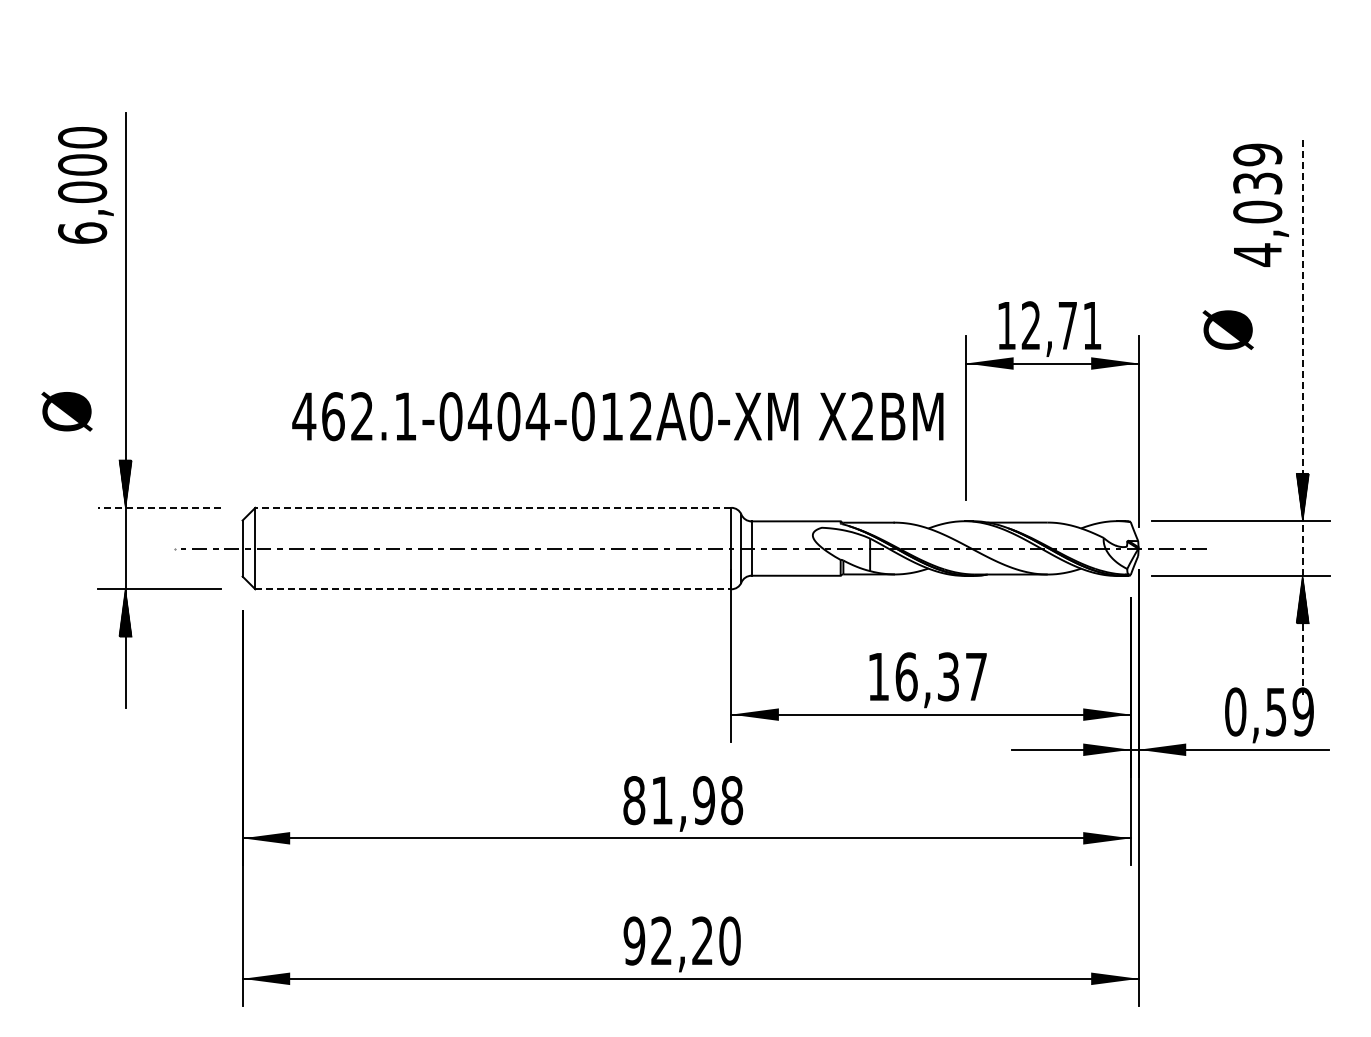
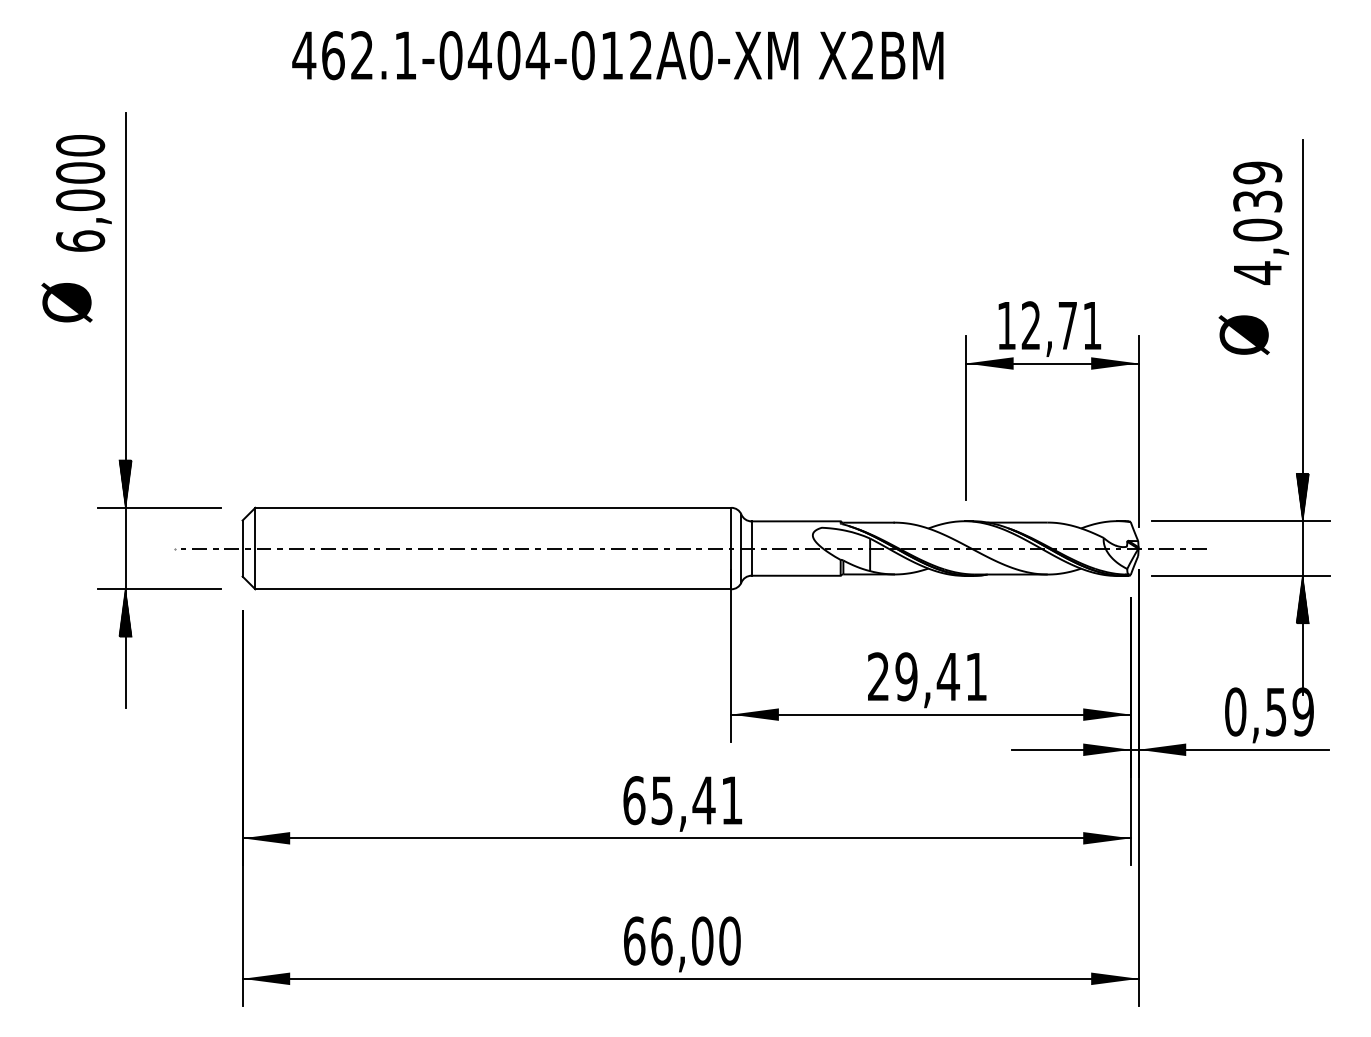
text at (85, 185) position: (85, 185) -> (83, 193)
text at (1260, 204) position: (1260, 204) -> (1260, 222)
text at (1227, 329) position: (1227, 329) -> (1243, 334)
text at (66, 411) position: (66, 411) -> (66, 302)
text at (617, 416) position: (617, 416) -> (617, 55)
line at (1302, 417): dashed -> solid
line at (159, 507): dashed -> solid
line at (492, 507): dashed -> solid
line at (493, 589): dashed -> solid
text at (927, 676): 16,37 -> 29,41
text at (683, 800): 81,98 -> 65,41
text at (668, 940): 92,20 -> 66,00
